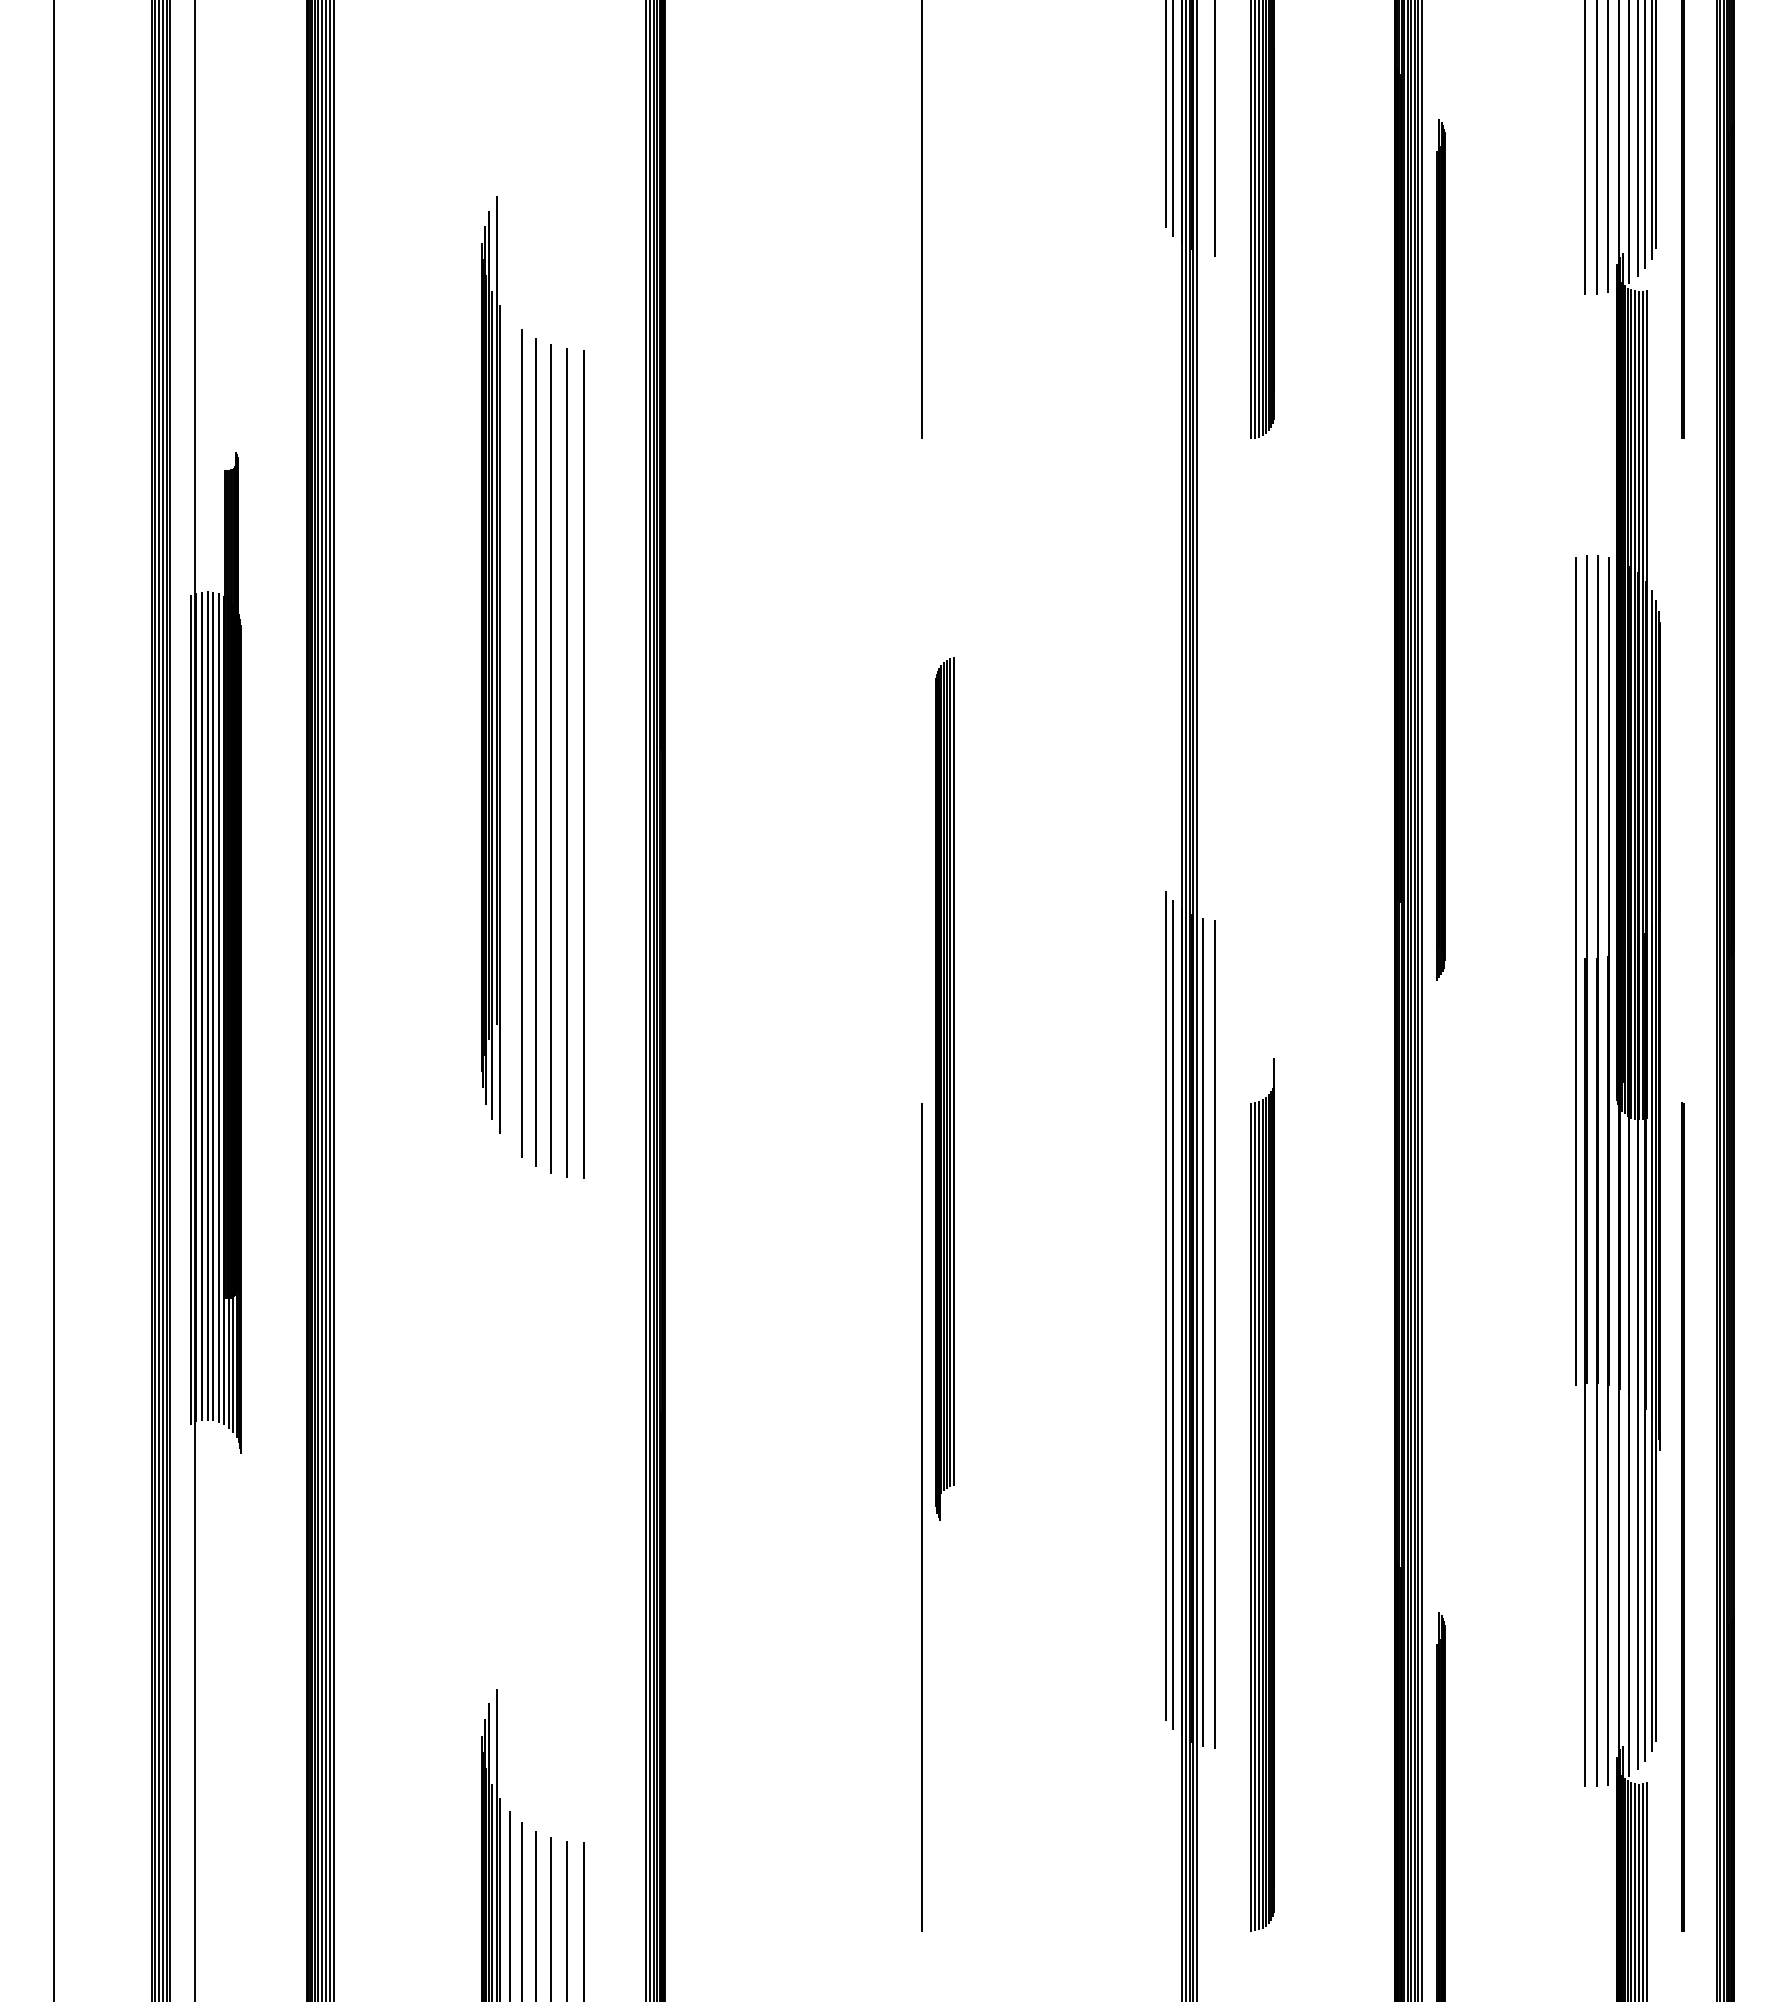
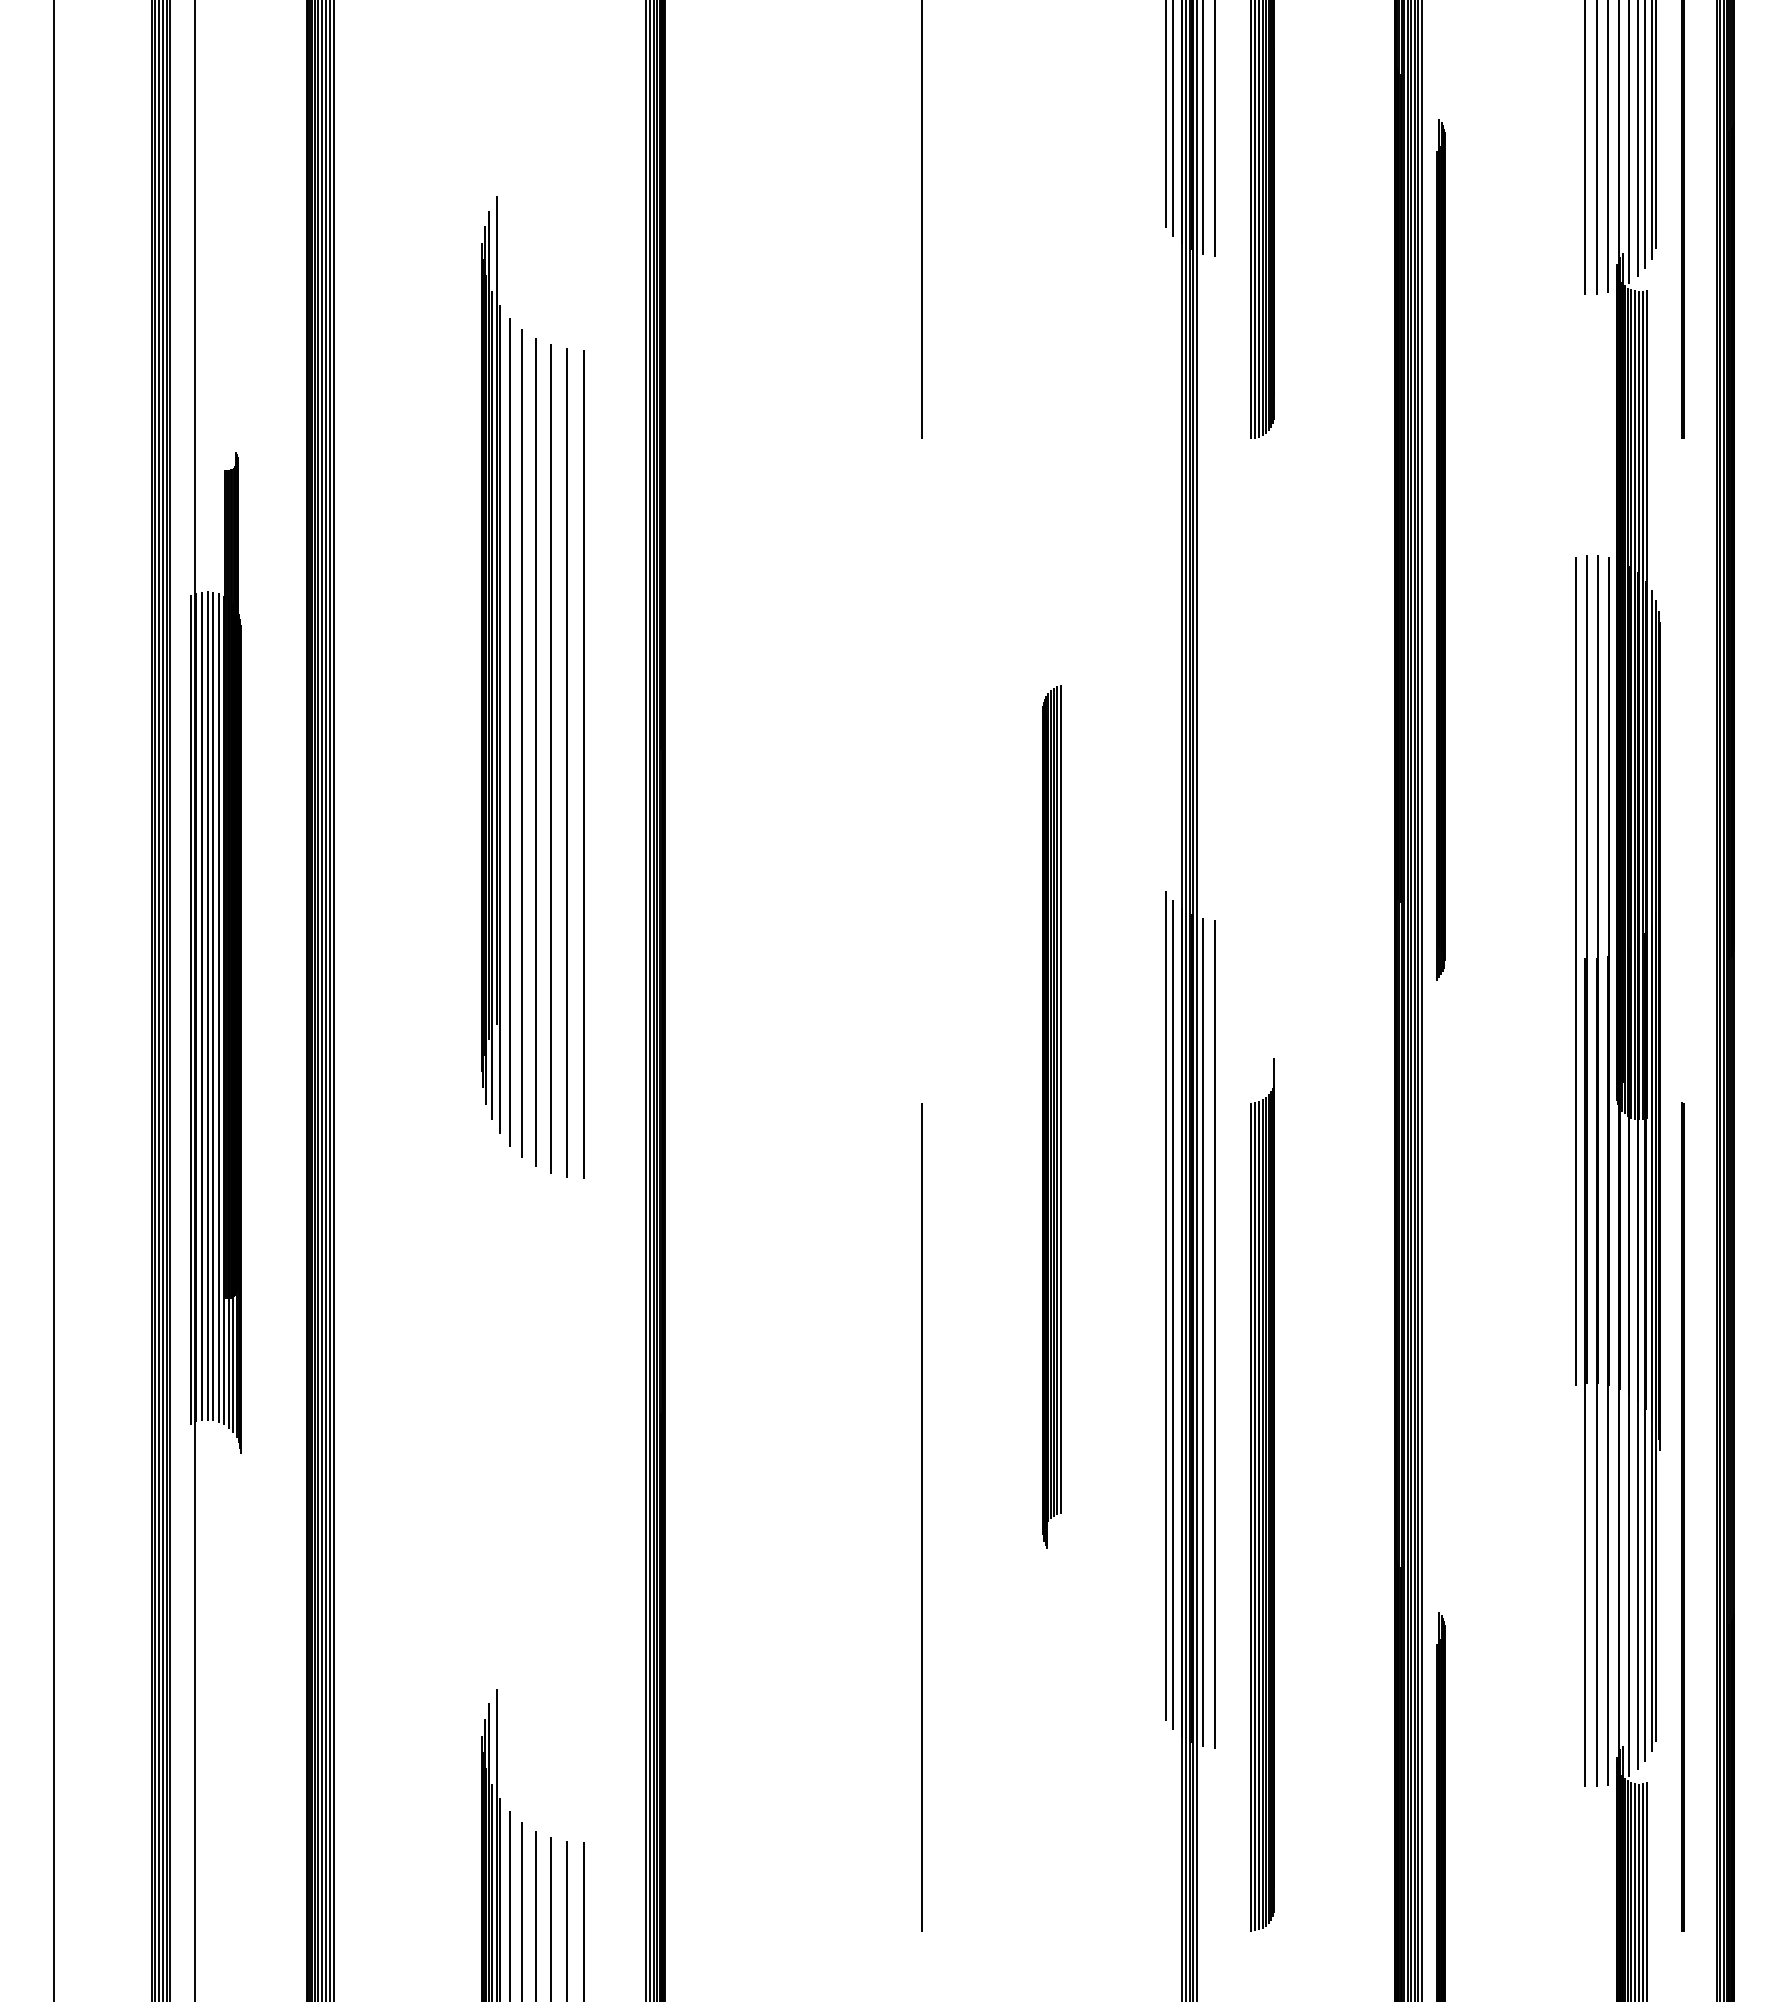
line at (1203, 128): none -> present
line at (509, 732): none -> present
part at (944, 1088) position: (944, 1088) -> (1051, 1116)
